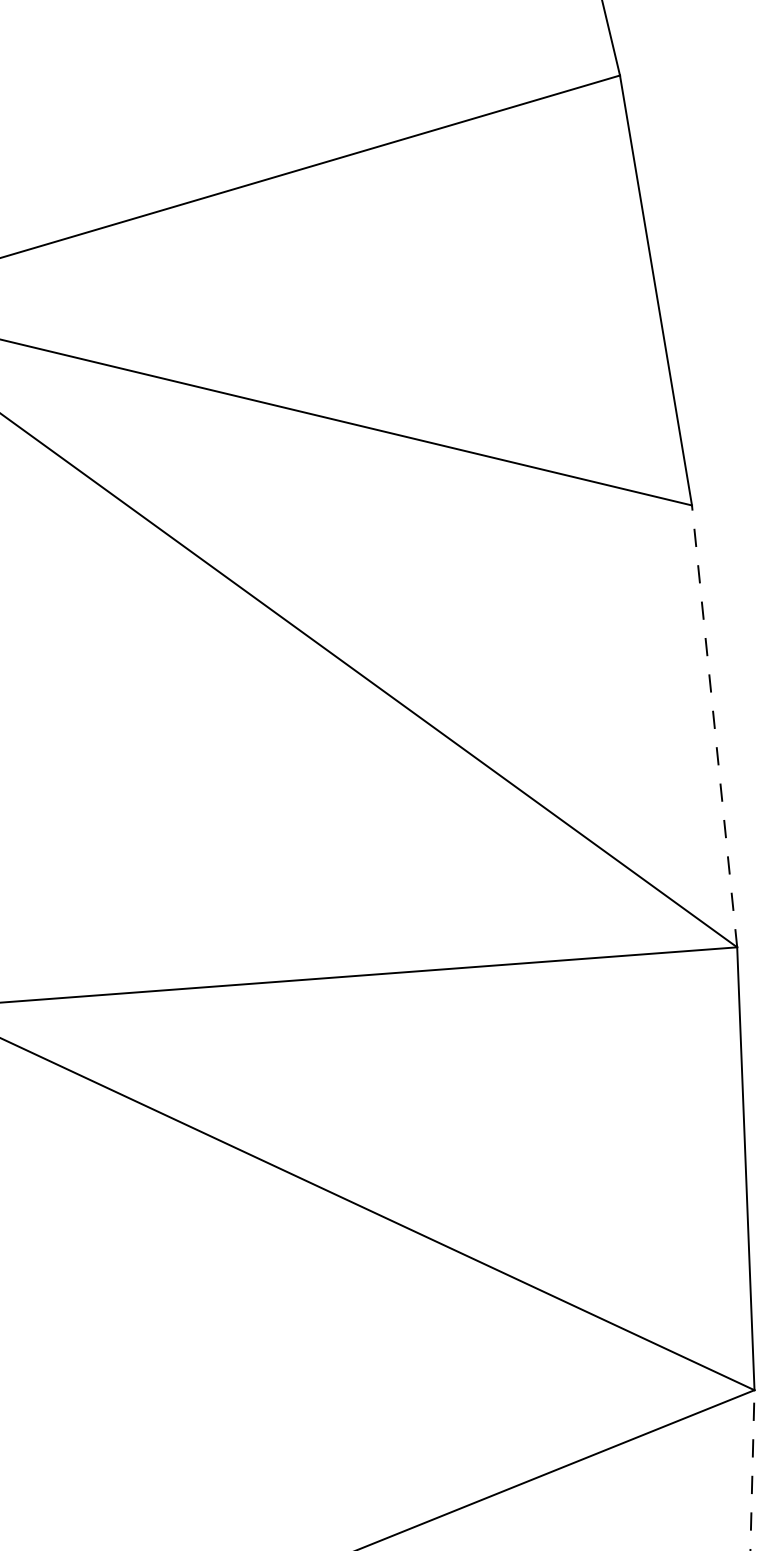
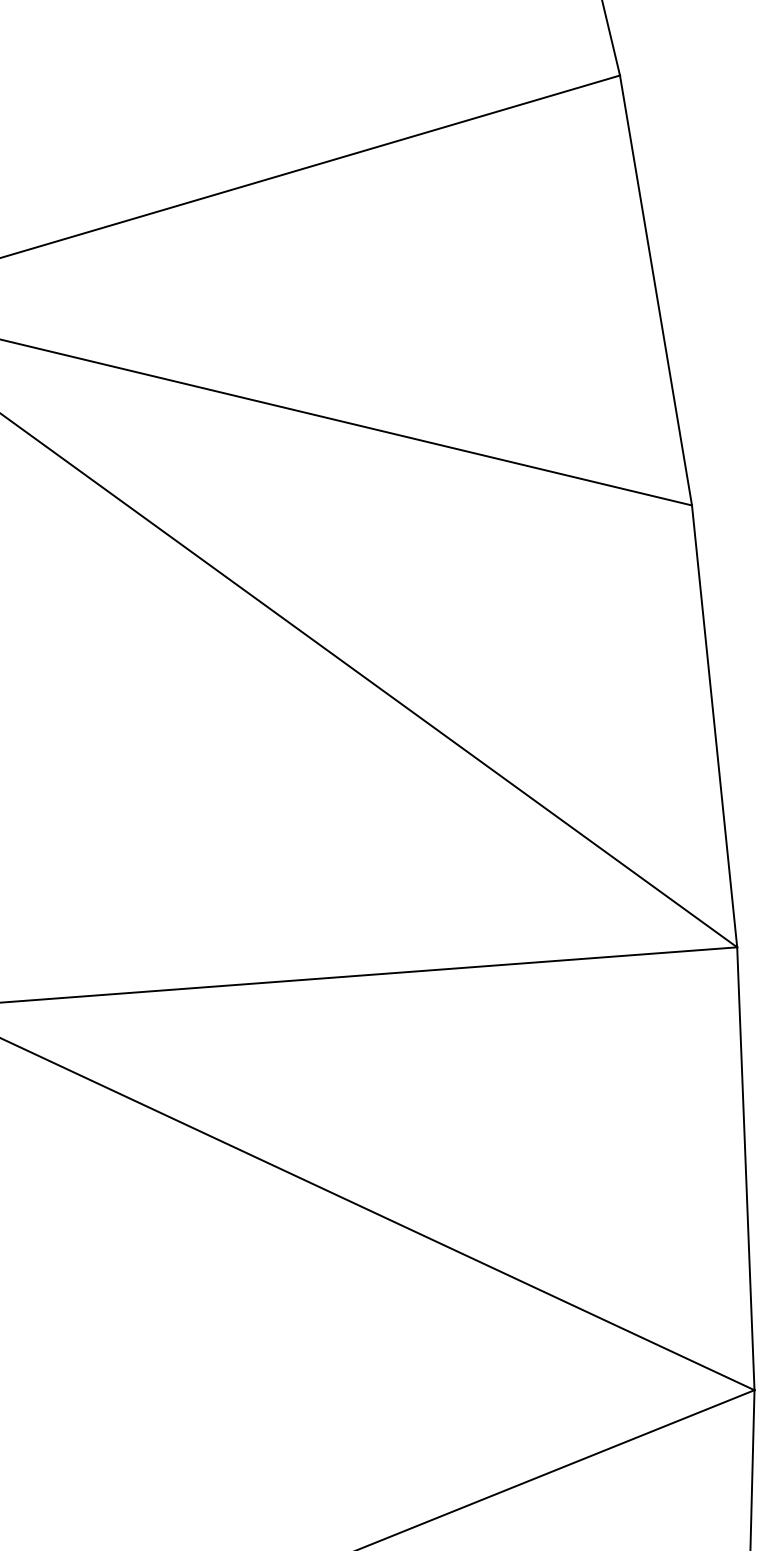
line at (714, 725): dashed -> solid
line at (752, 1470): dashed -> solid
